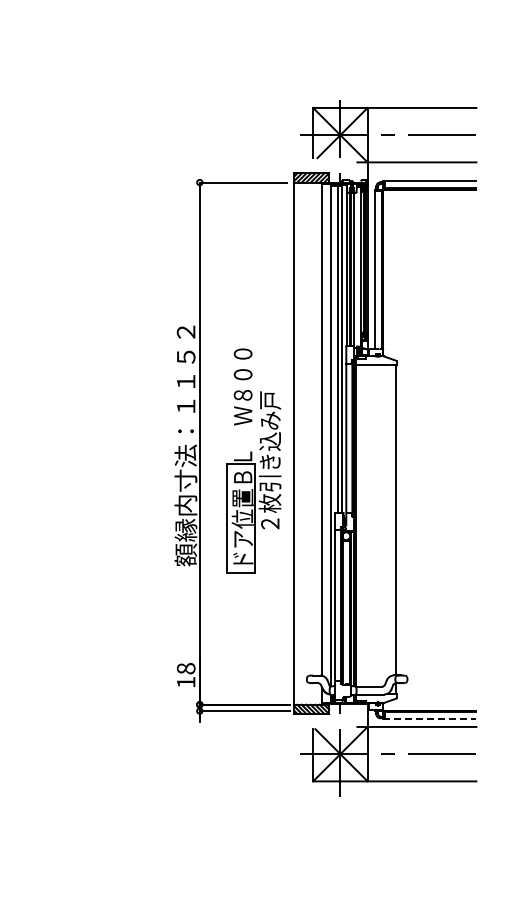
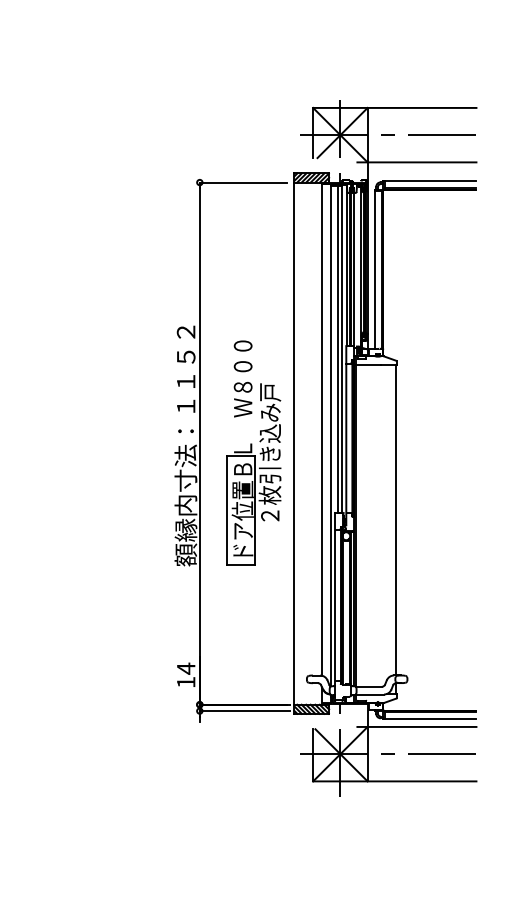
part at (253, 460) position: (253, 460) -> (253, 452)
text at (185, 668): 18 -> 14
line at (430, 719): dashed -> solid
